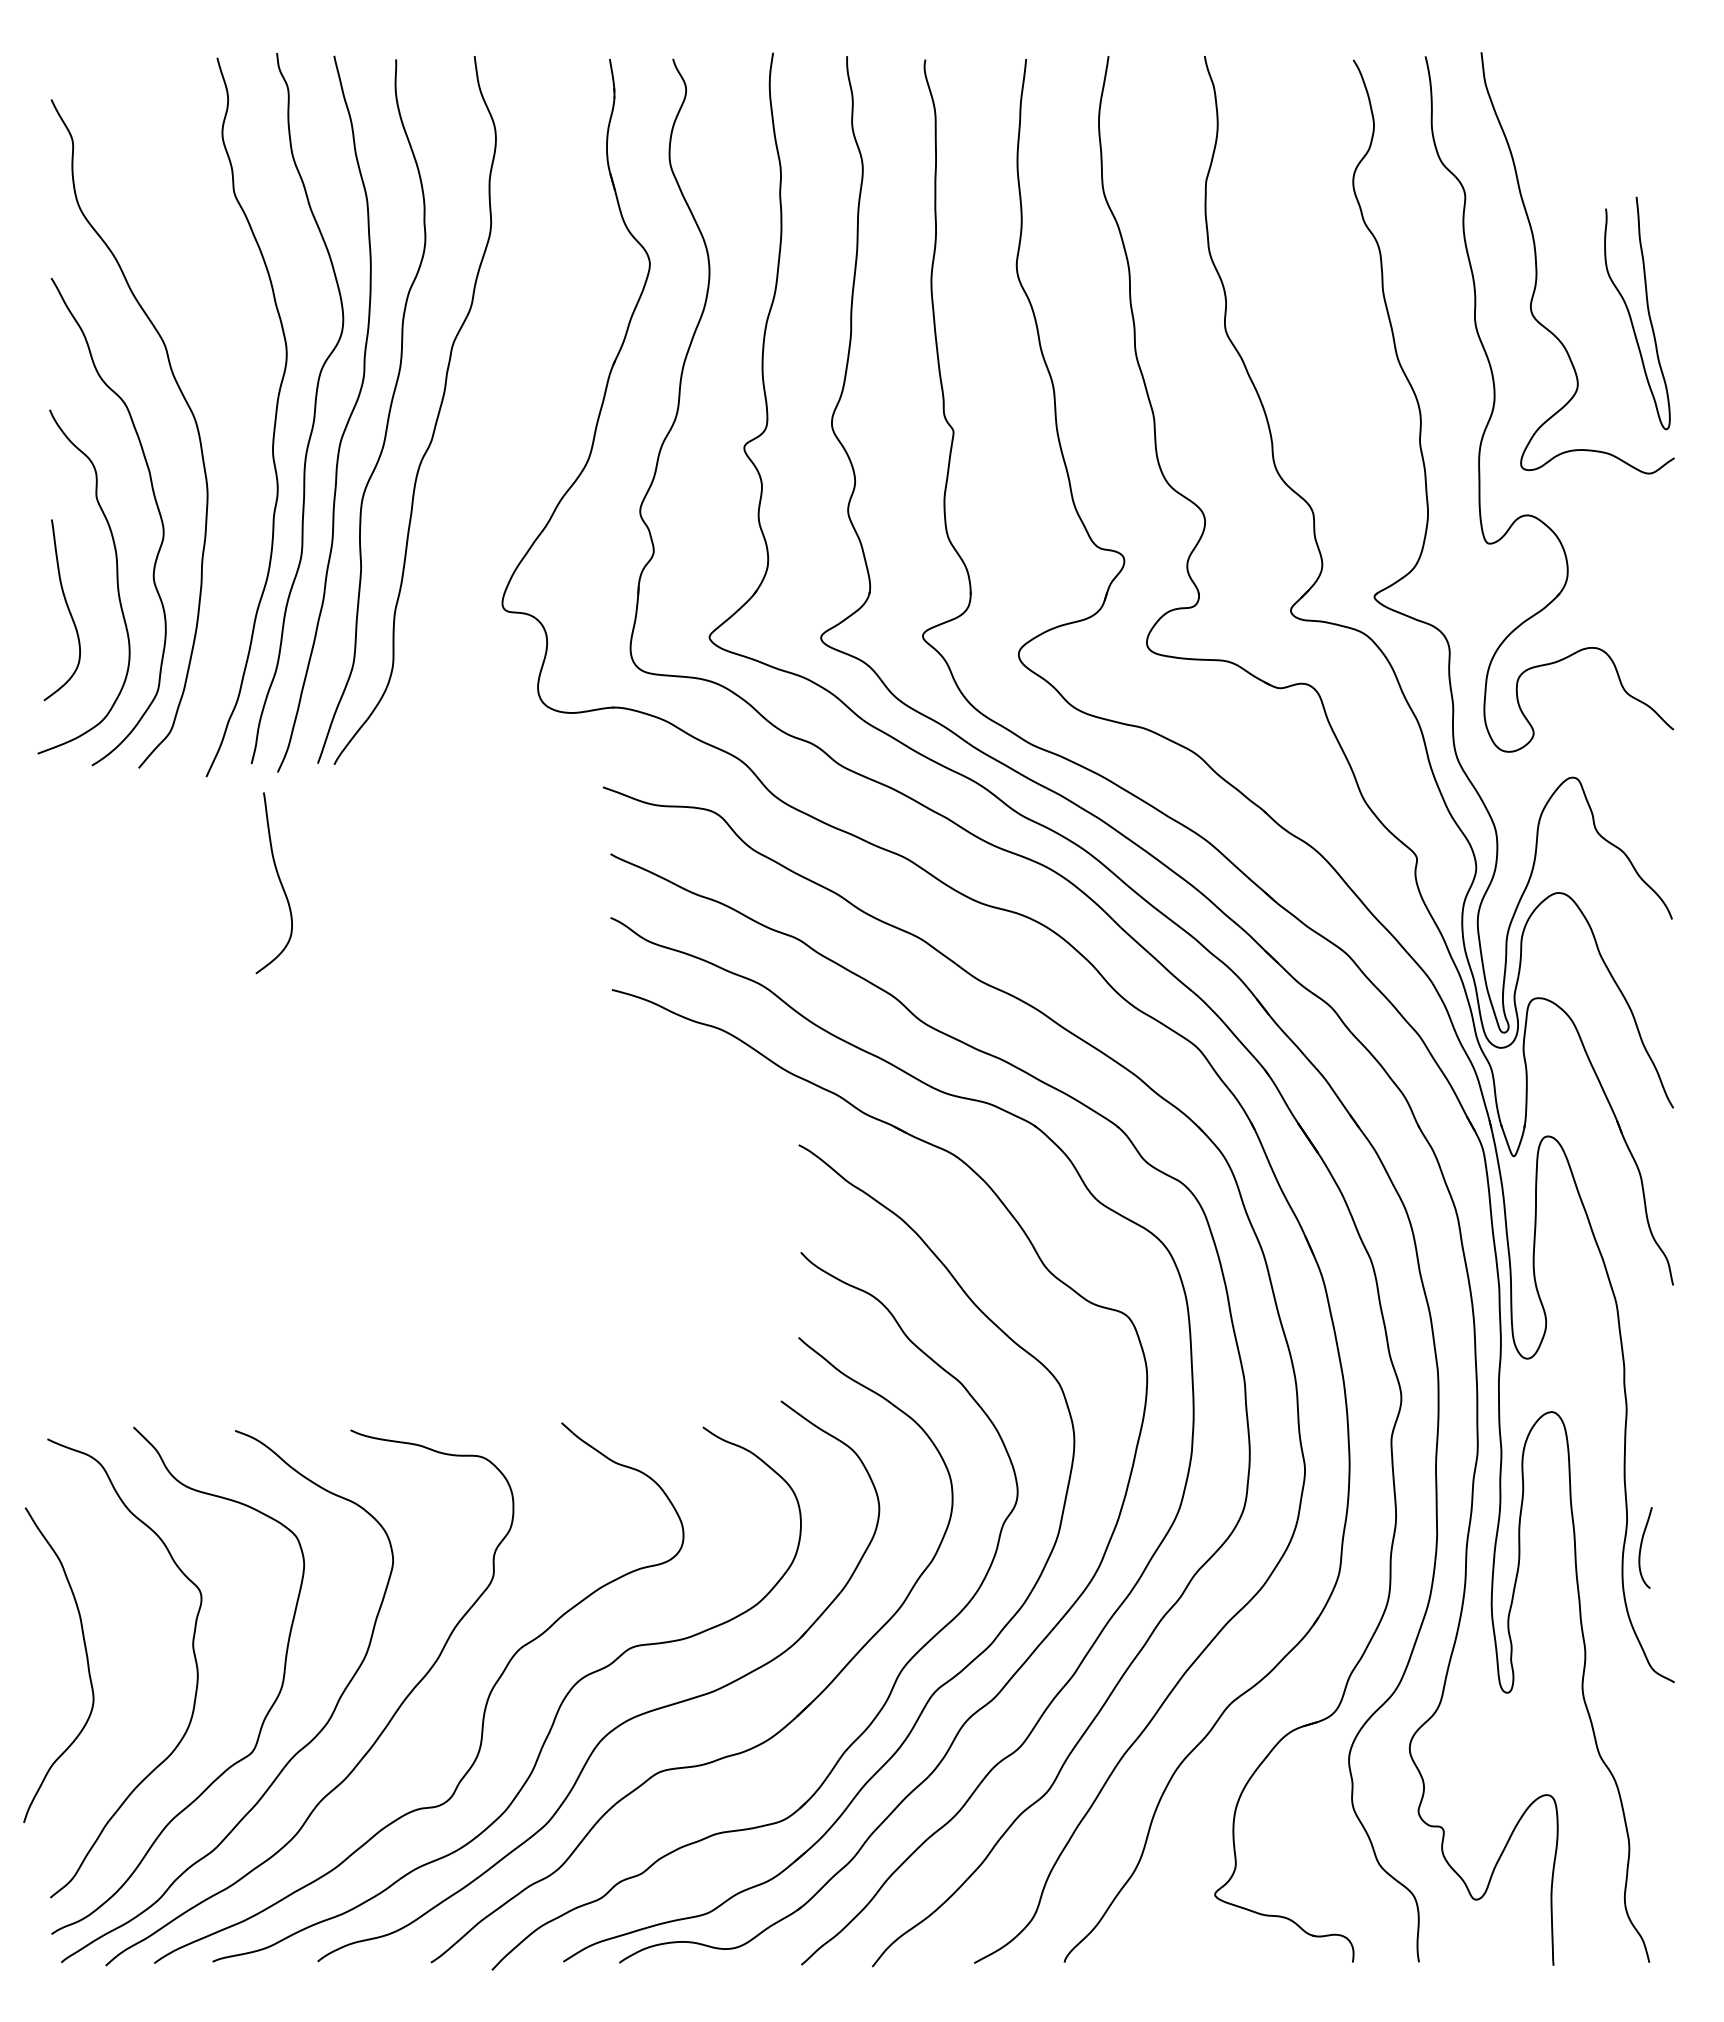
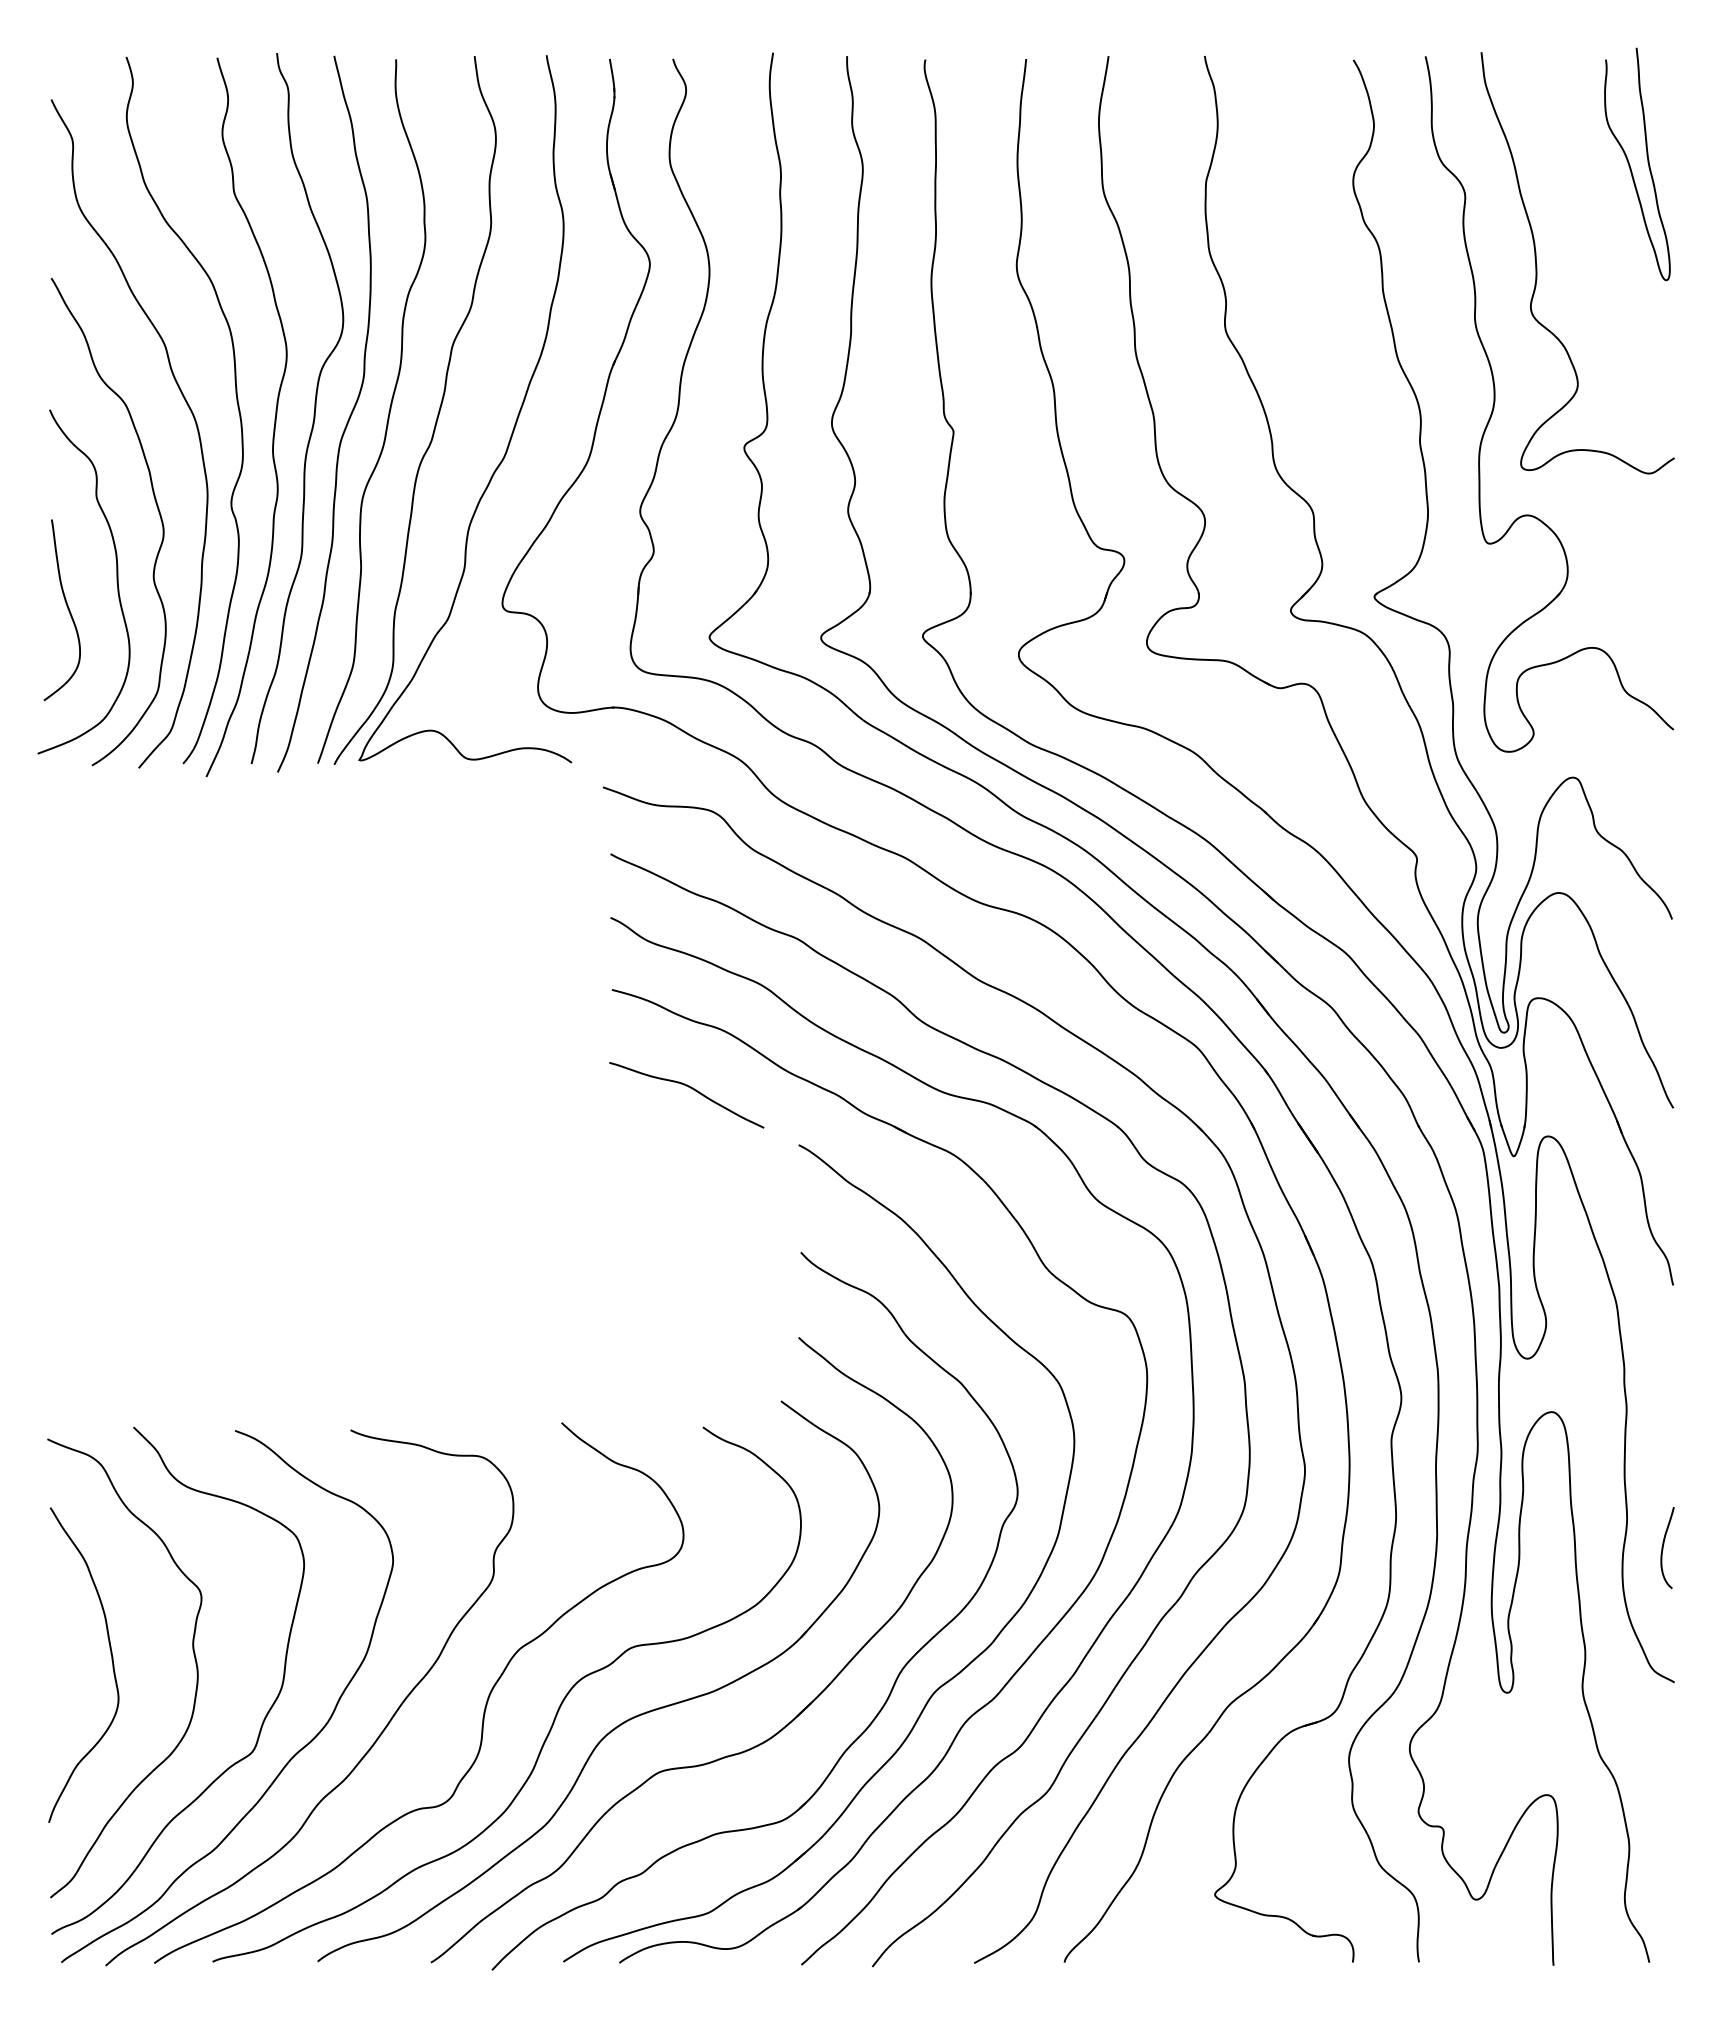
curve at (1630, 314) position: (1630, 314) -> (1630, 165)
curve at (236, 401): none -> present
curve at (514, 424): none -> present
curve at (279, 882): present -> none
curve at (690, 1088): none -> present
curve at (1641, 1547) position: (1641, 1547) -> (1663, 1547)
curve at (86, 1660) position: (86, 1660) -> (111, 1660)
